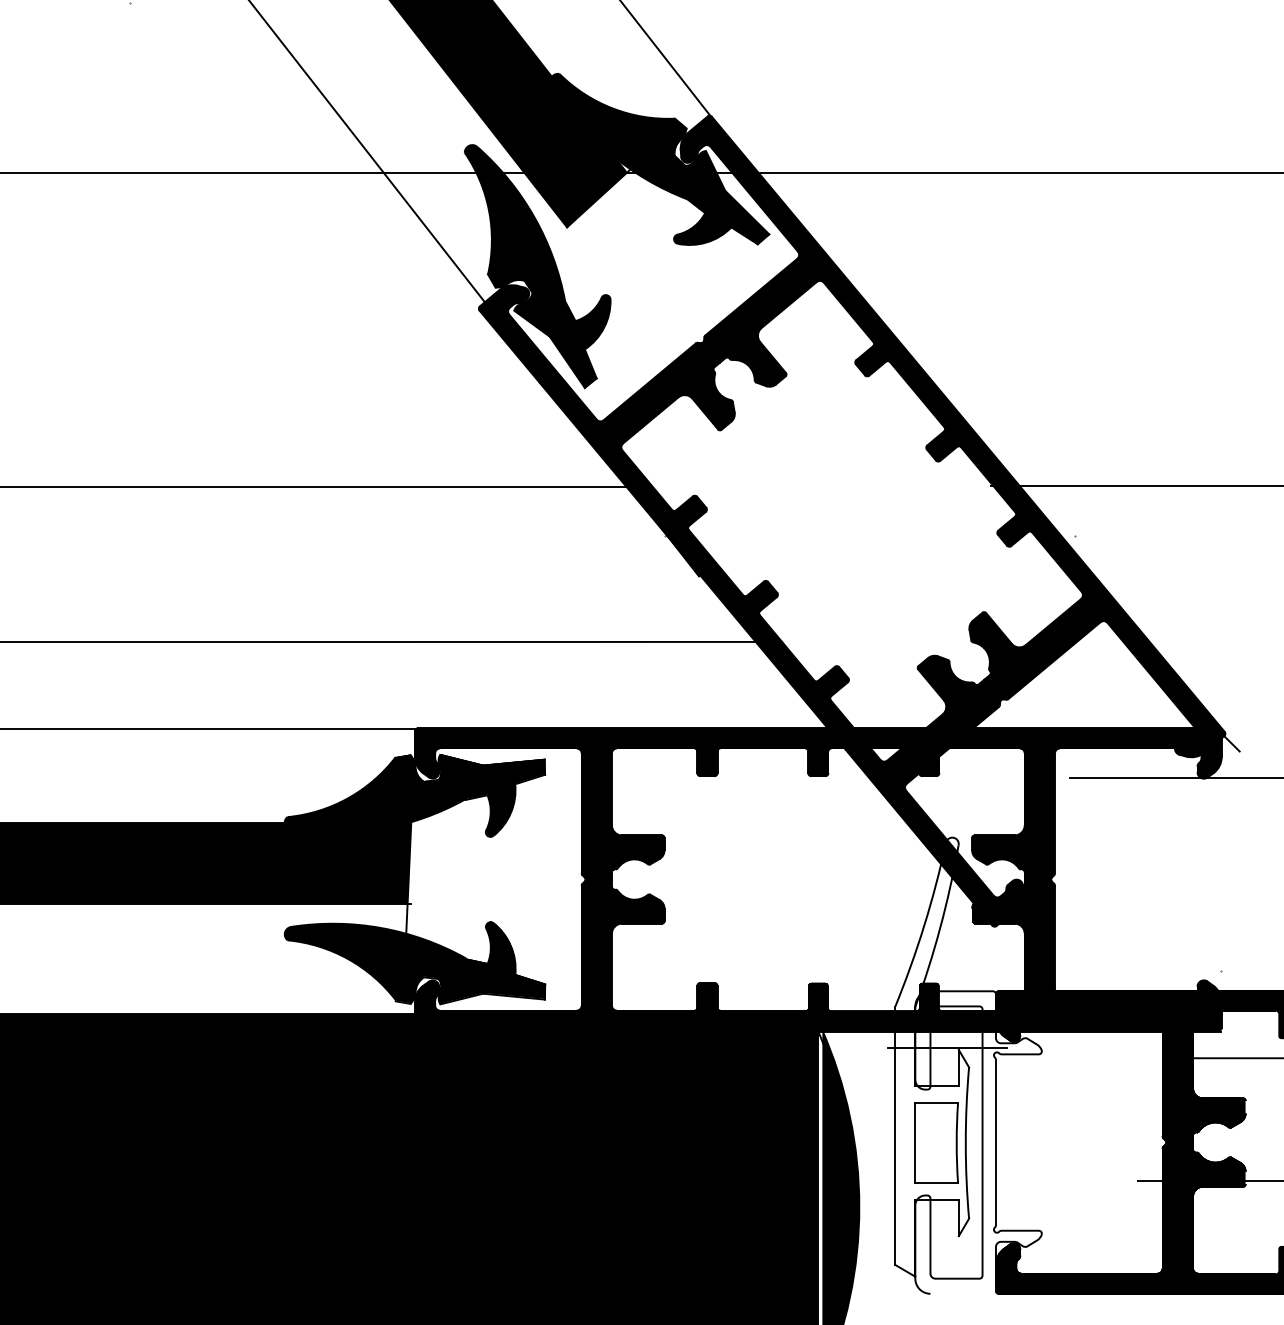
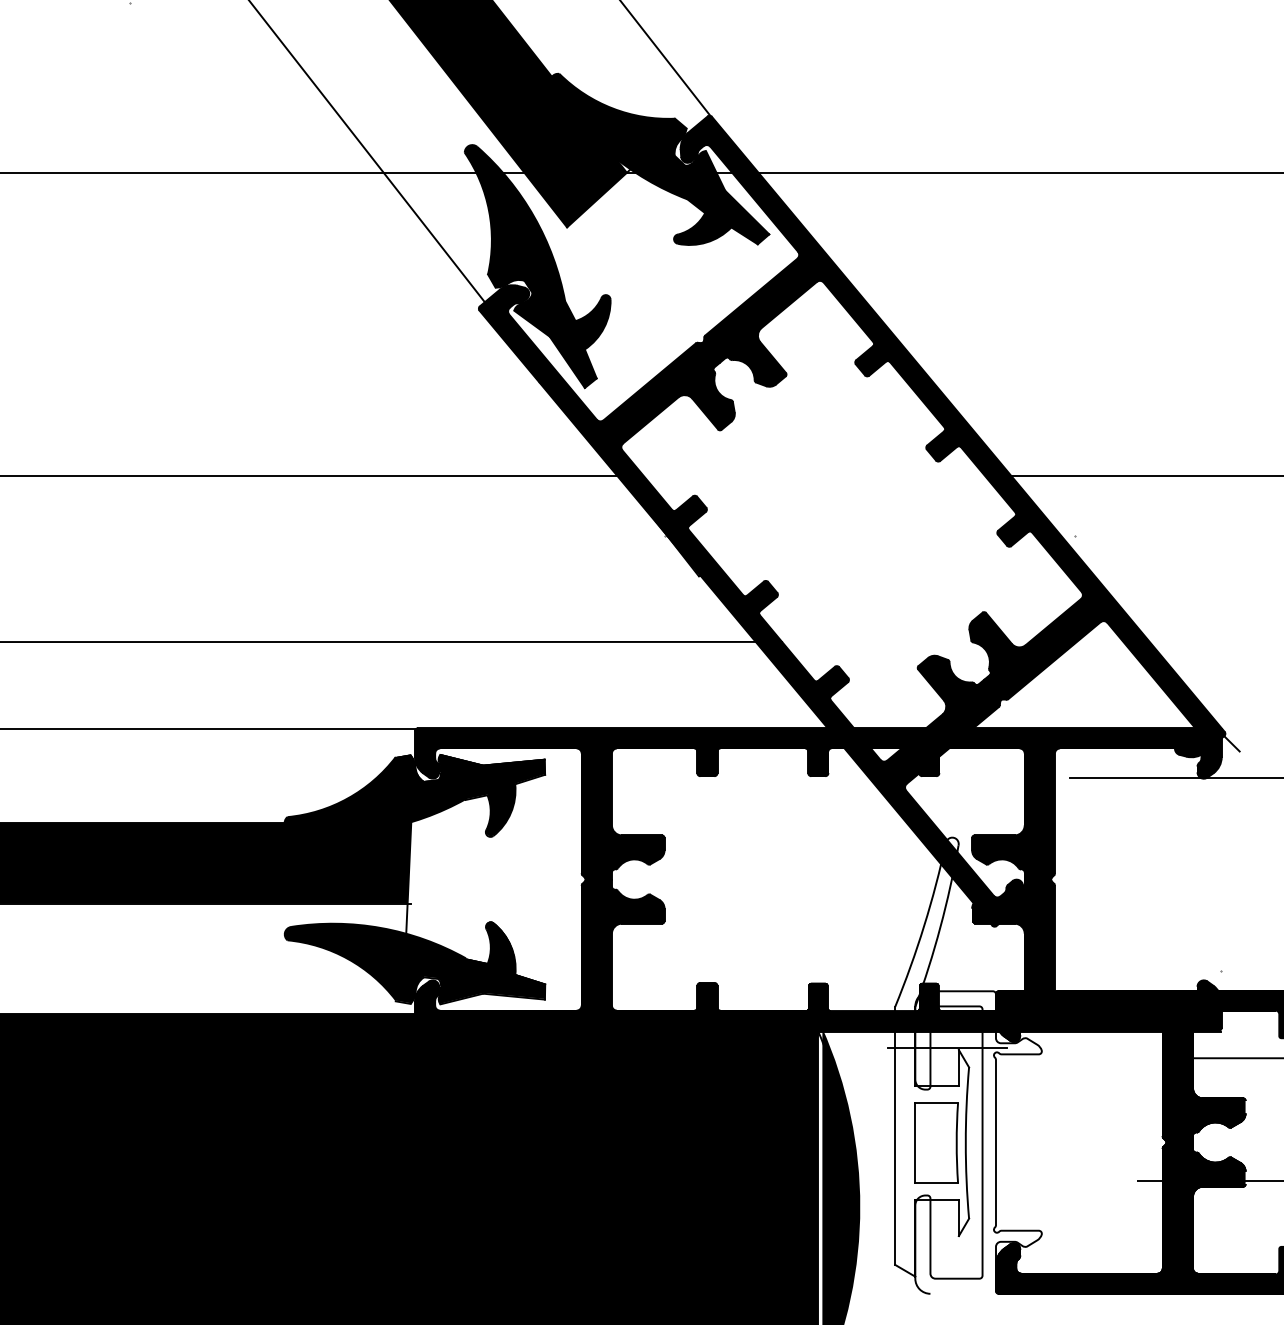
line at (1135, 485) position: (1135, 485) -> (1135, 475)
line at (322, 486) position: (322, 486) -> (322, 475)
